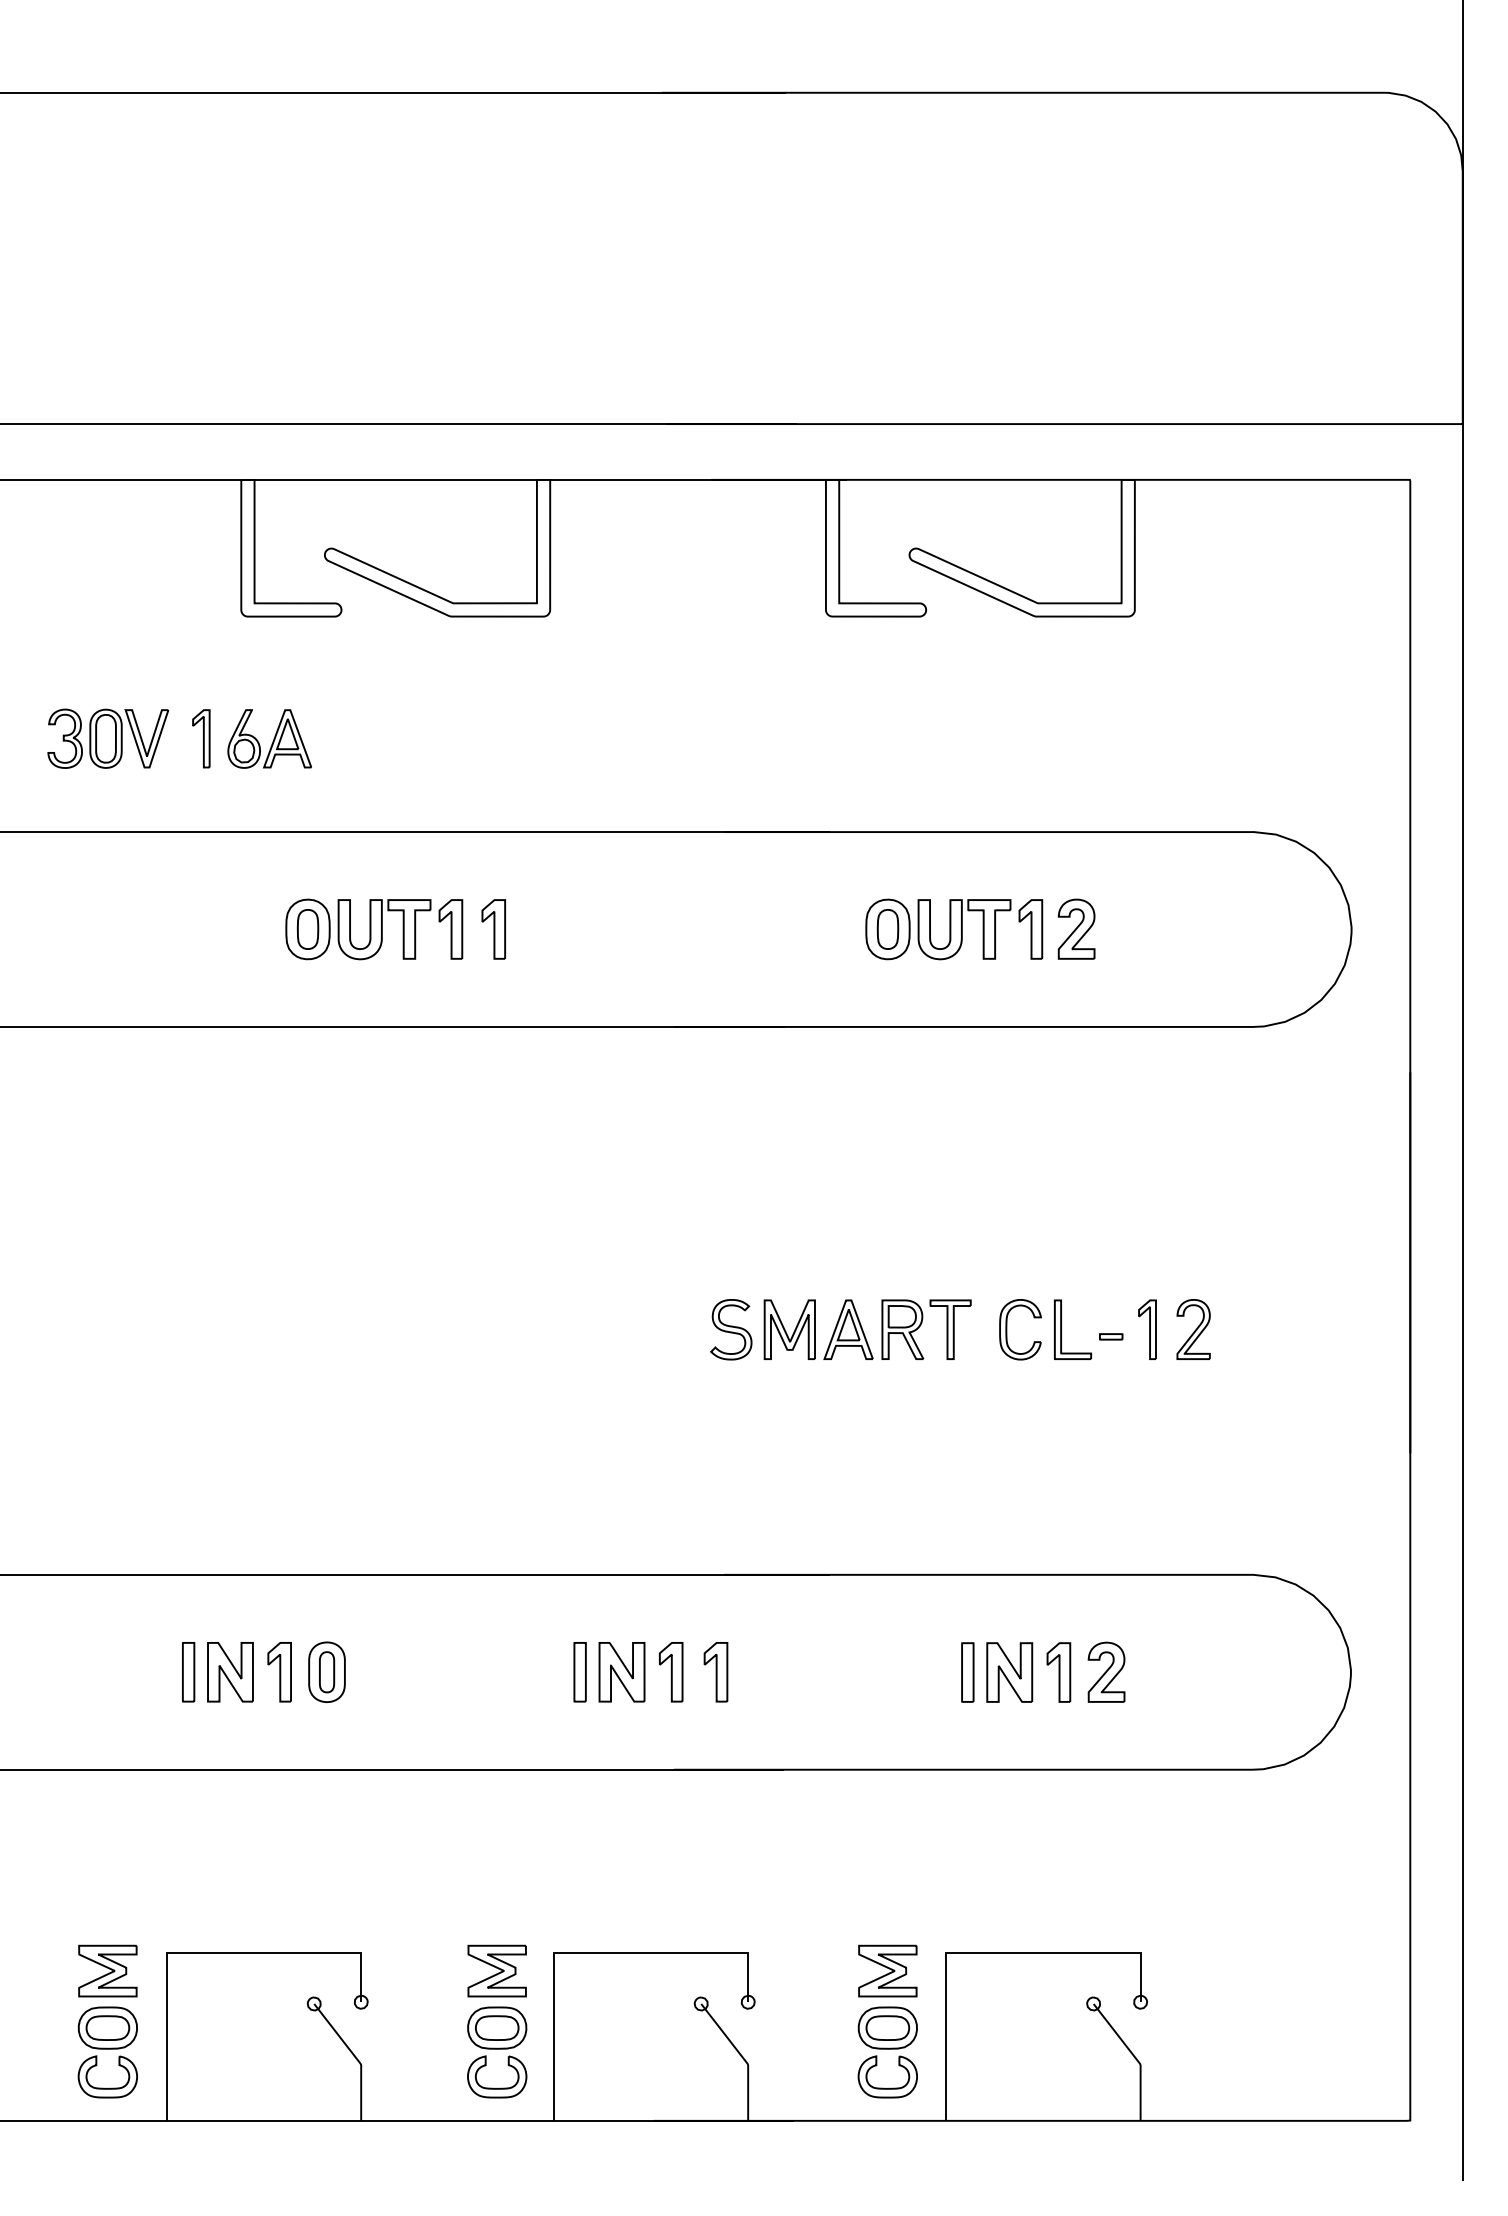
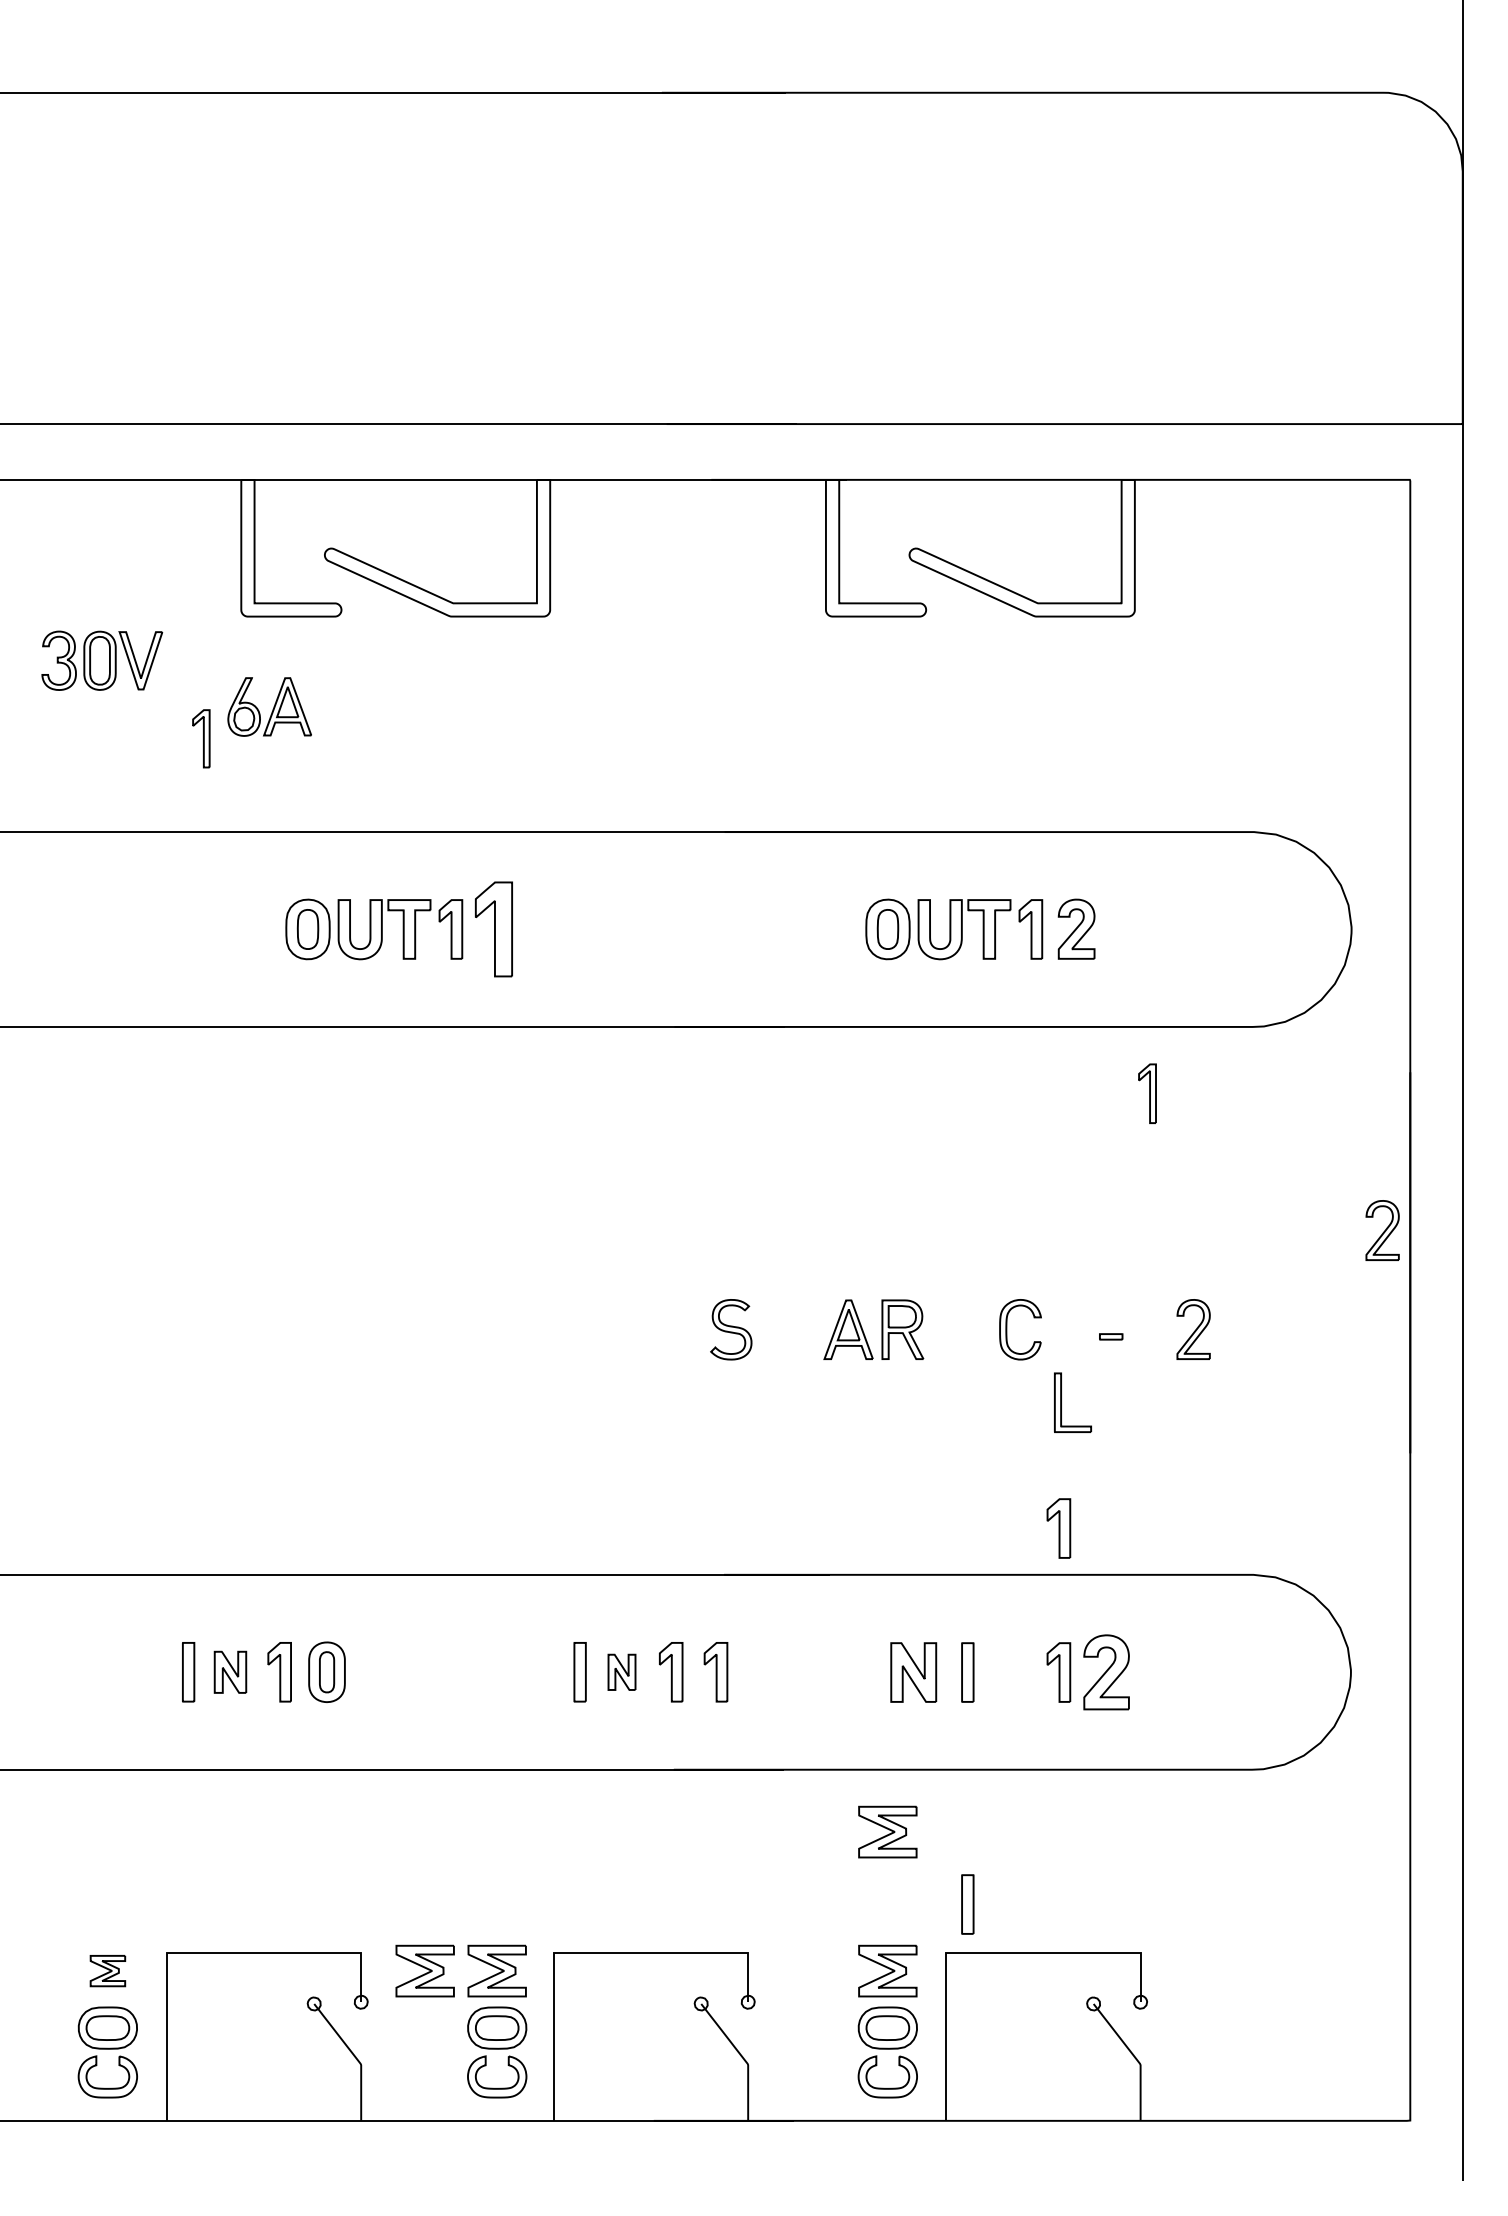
part at (108, 738) position: (108, 738) -> (102, 660)
part at (269, 738) position: (269, 738) -> (269, 706)
part at (493, 929) size: 25x61 px -> 38x97 px
part at (1382, 1230): none -> present
part at (789, 1329): present -> none
part at (950, 1329): present -> none
part at (1061, 1329) position: (1061, 1329) -> (1061, 1402)
part at (1147, 1329) position: (1147, 1329) -> (1147, 1093)
part at (1058, 1528): none -> present
part at (1106, 1671) size: 39x62 px -> 47x77 px
part at (230, 1672) size: 47x61 px -> 35x44 px
part at (621, 1672) size: 48x61 px -> 30x38 px
part at (1009, 1672) position: (1009, 1672) -> (913, 1672)
part at (887, 1831): none -> present
part at (967, 1904): none -> present
part at (107, 1970) size: 60x54 px -> 38x33 px
part at (424, 1970): none -> present
